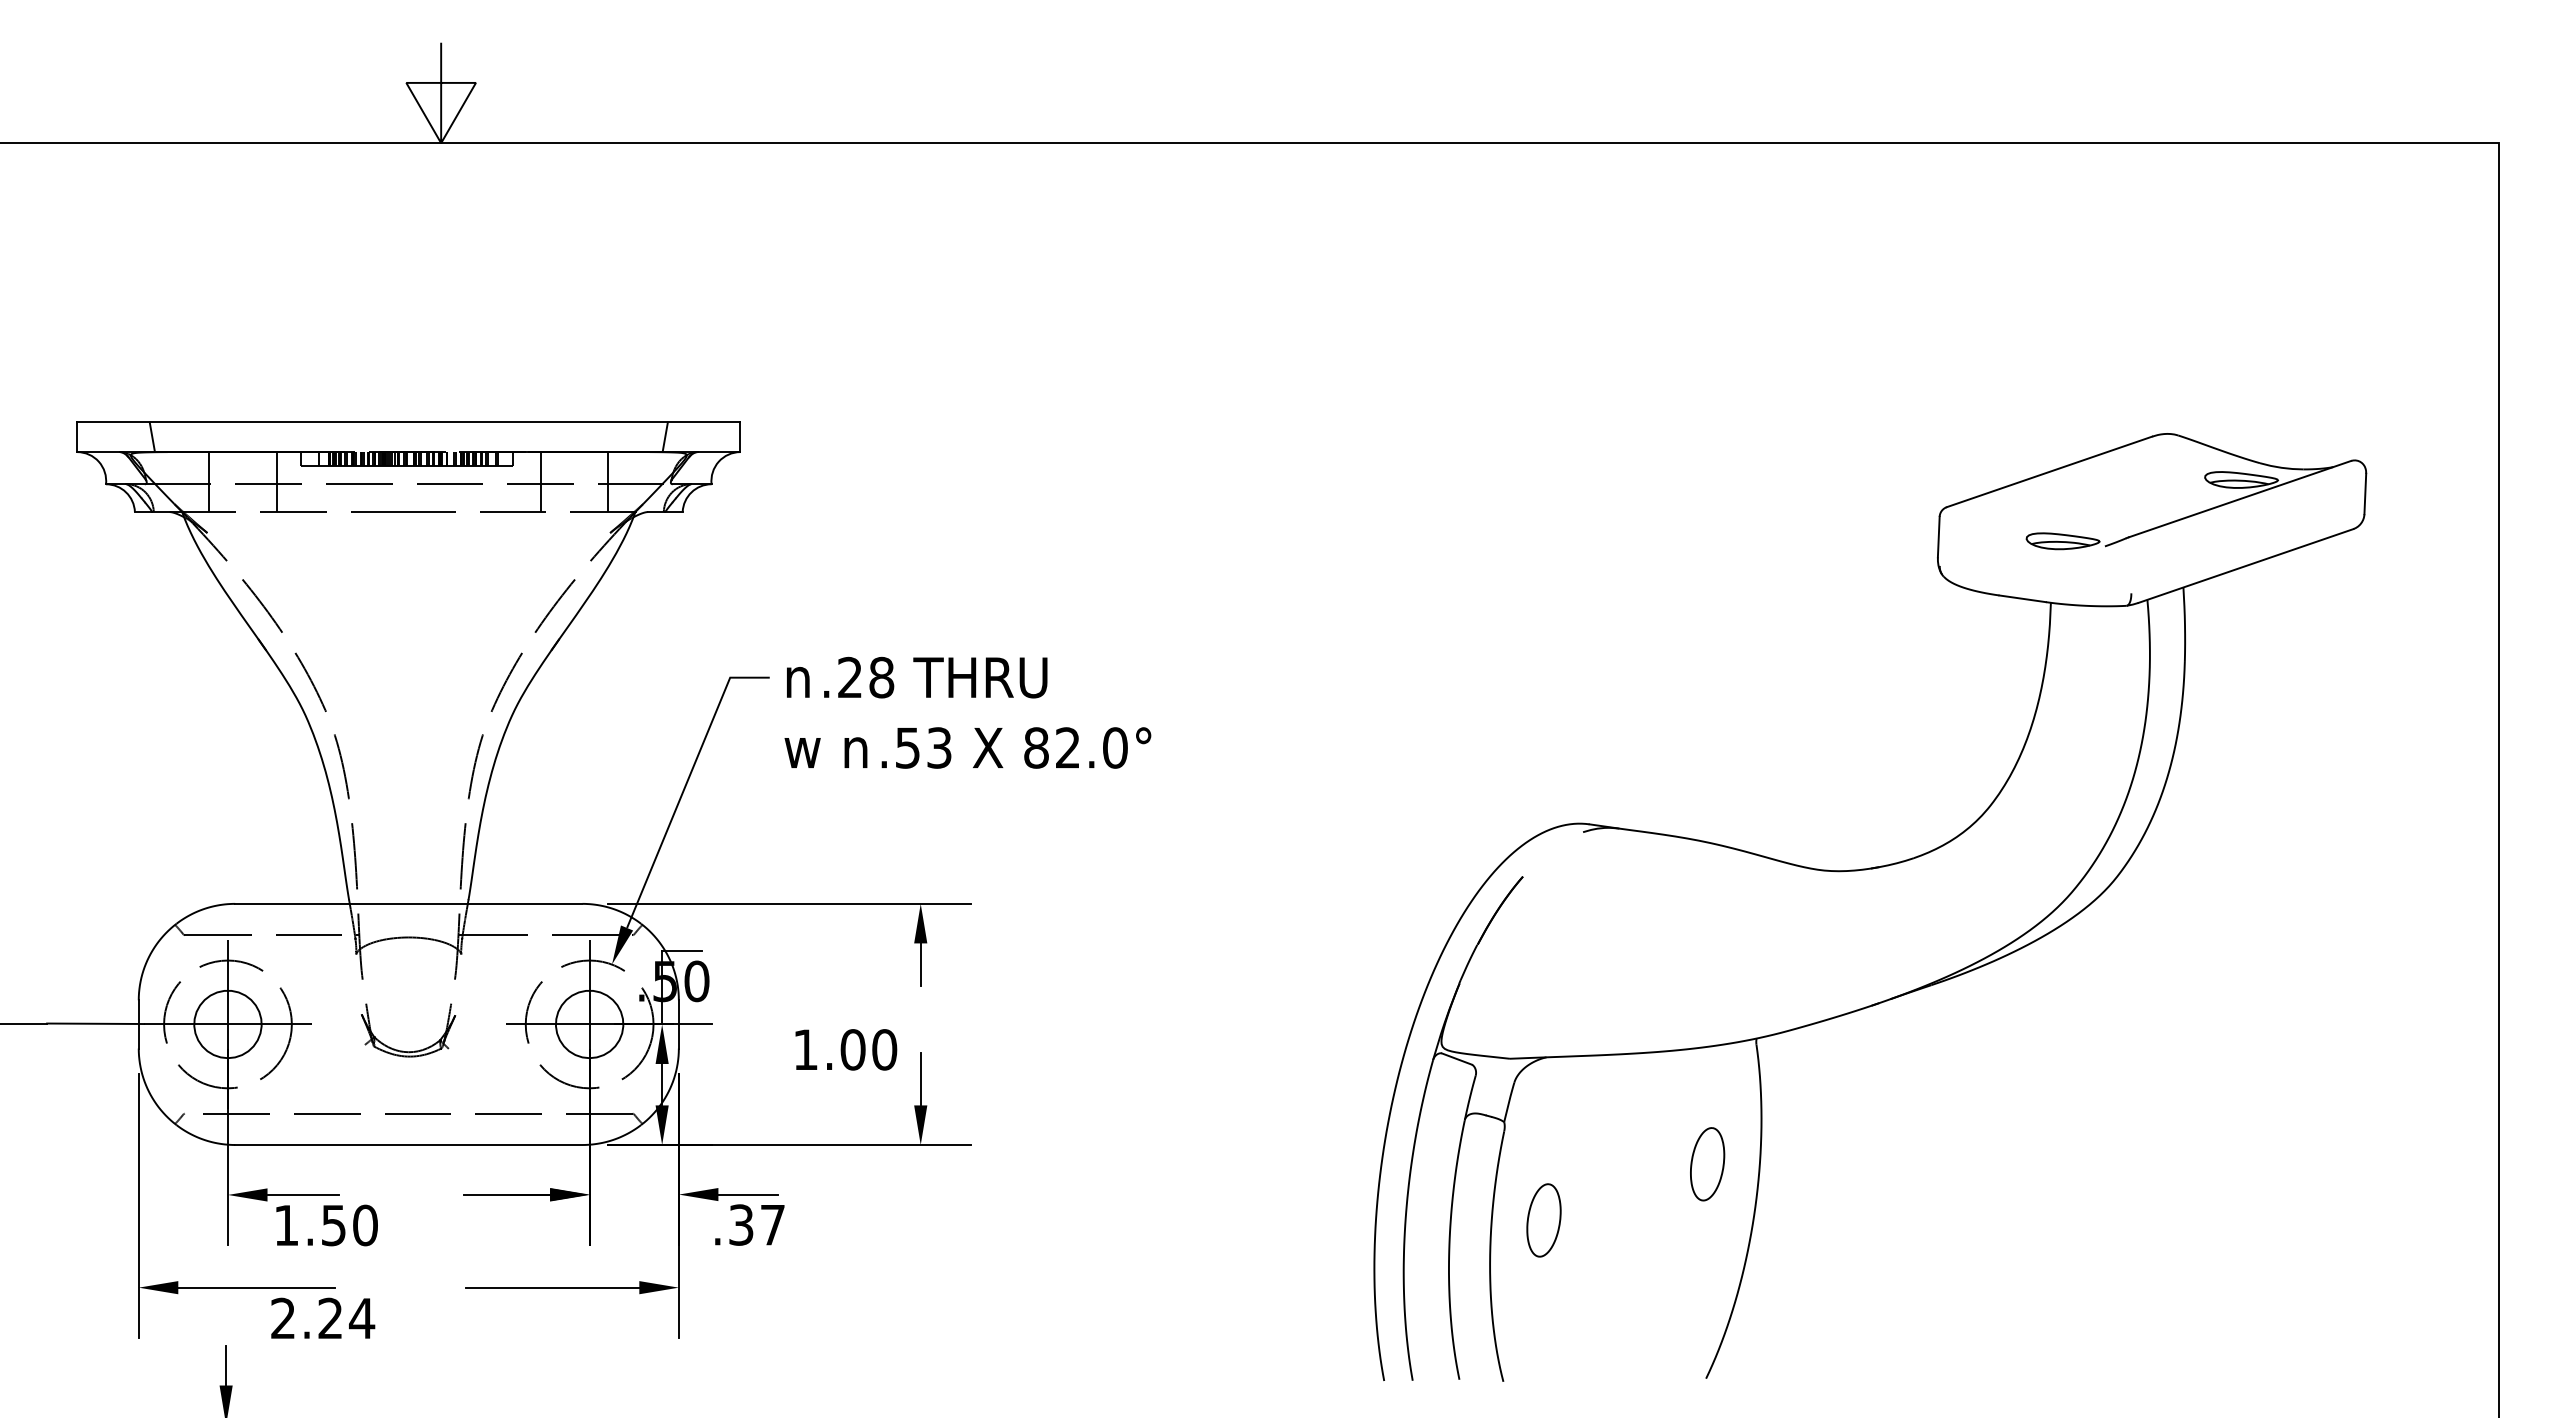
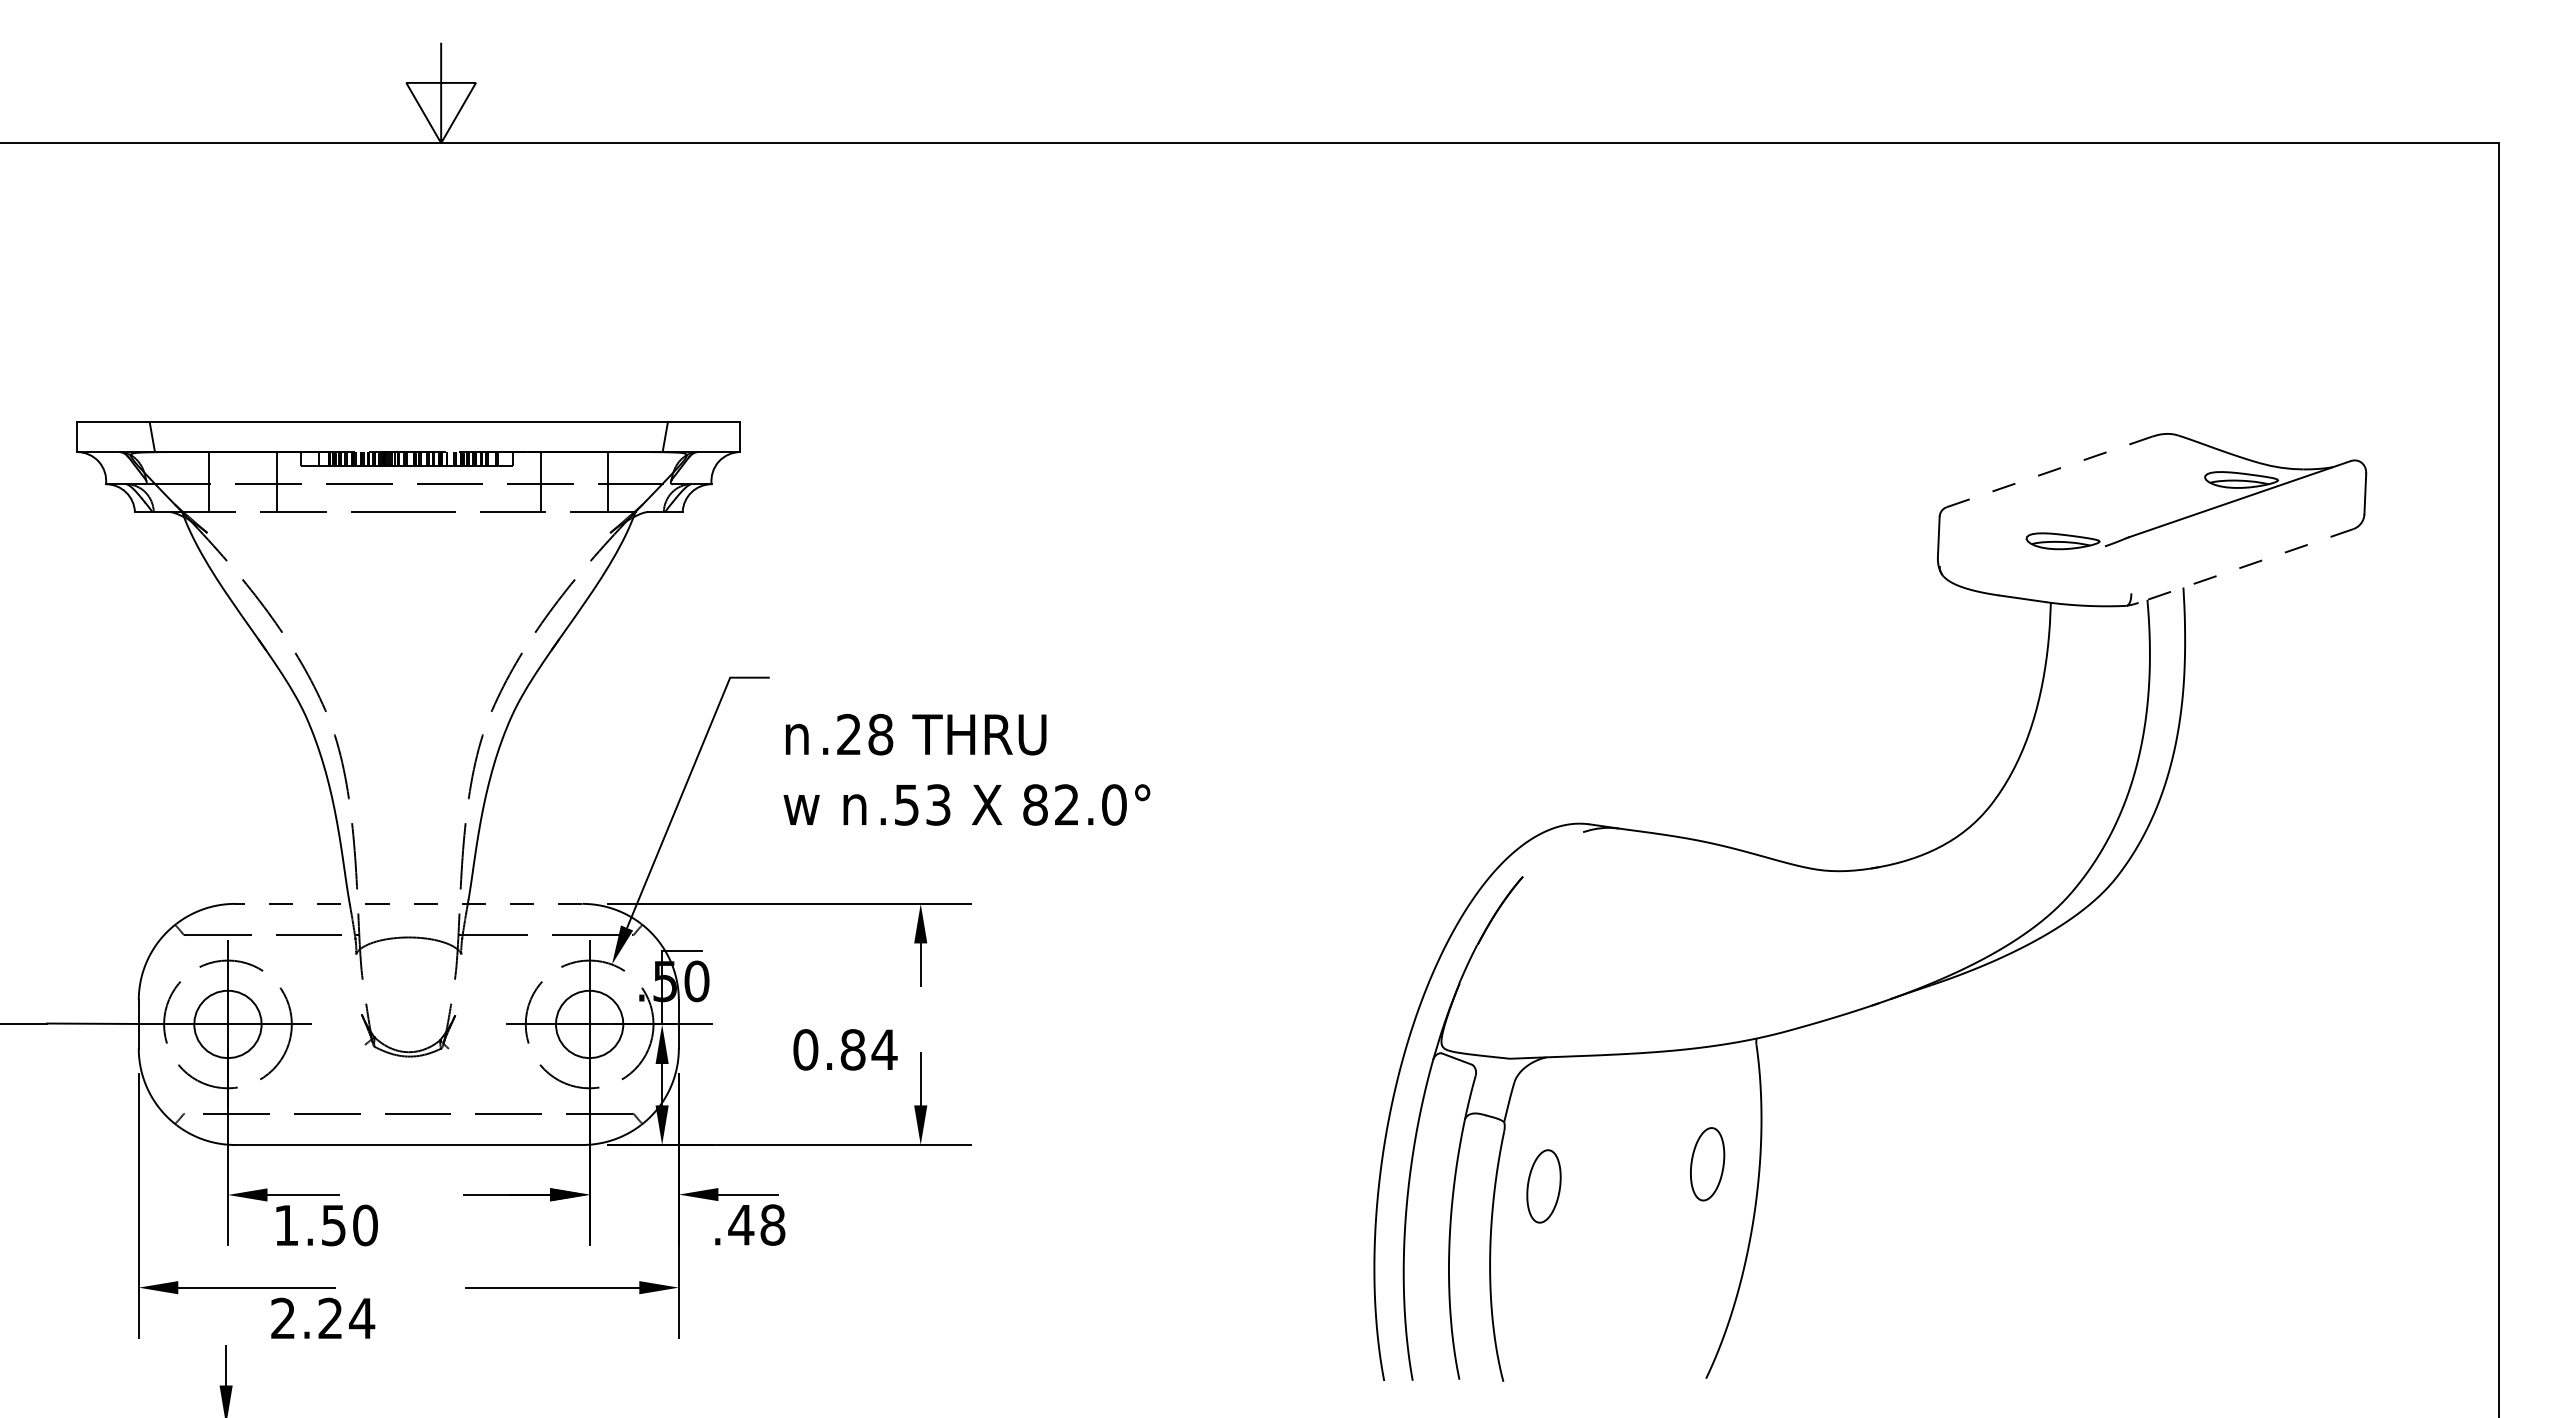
line at (2049, 471): solid -> dashed
line at (2245, 566): solid -> dashed
text at (967, 712) position: (967, 712) -> (966, 769)
line at (408, 903): solid -> dashed
text at (845, 1049): 1.00 -> 0.84
part at (1543, 1220) position: (1543, 1220) -> (1543, 1186)
text at (756, 1224): .37 -> .48
